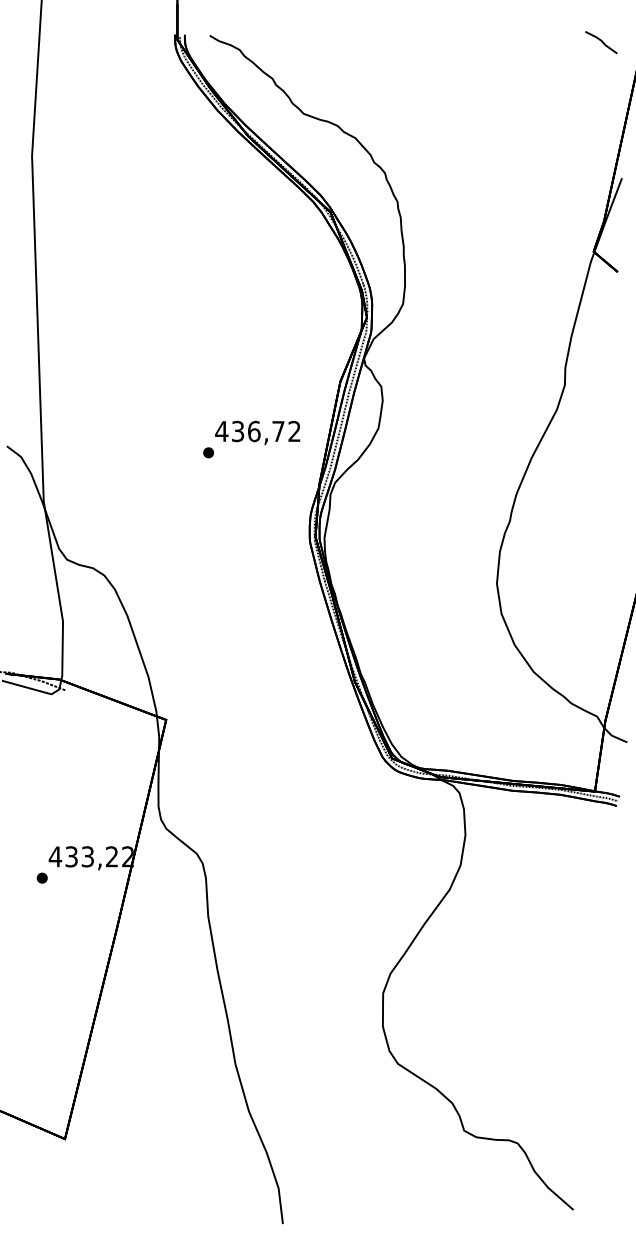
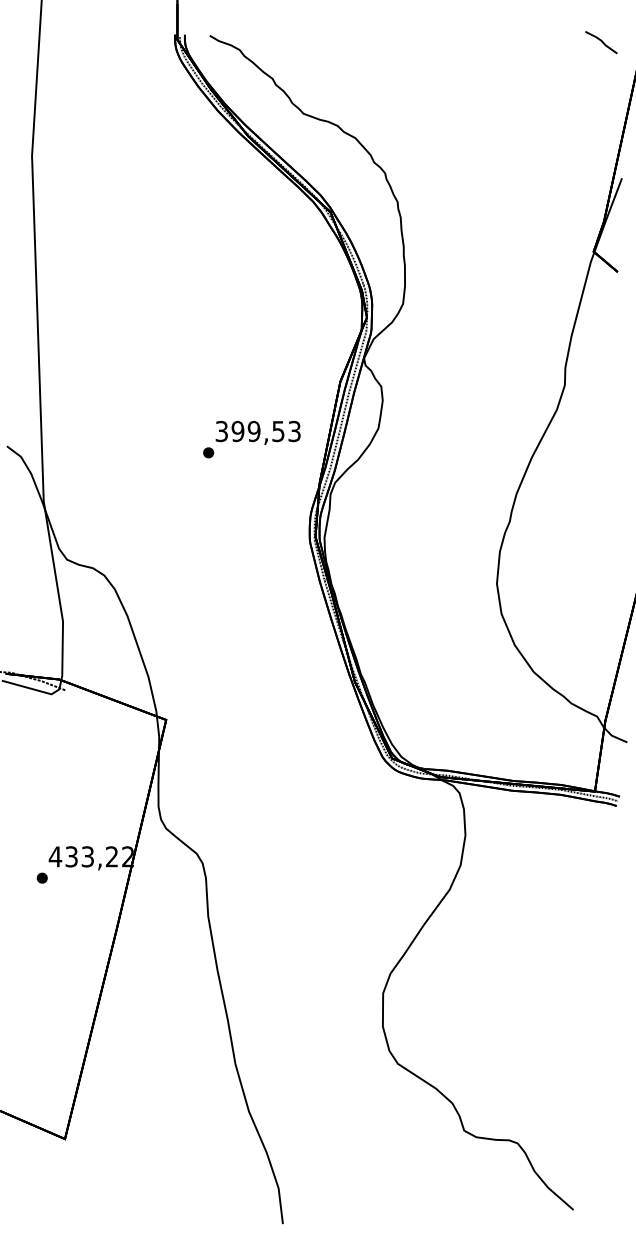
text at (257, 431): 436,72 -> 399,53
